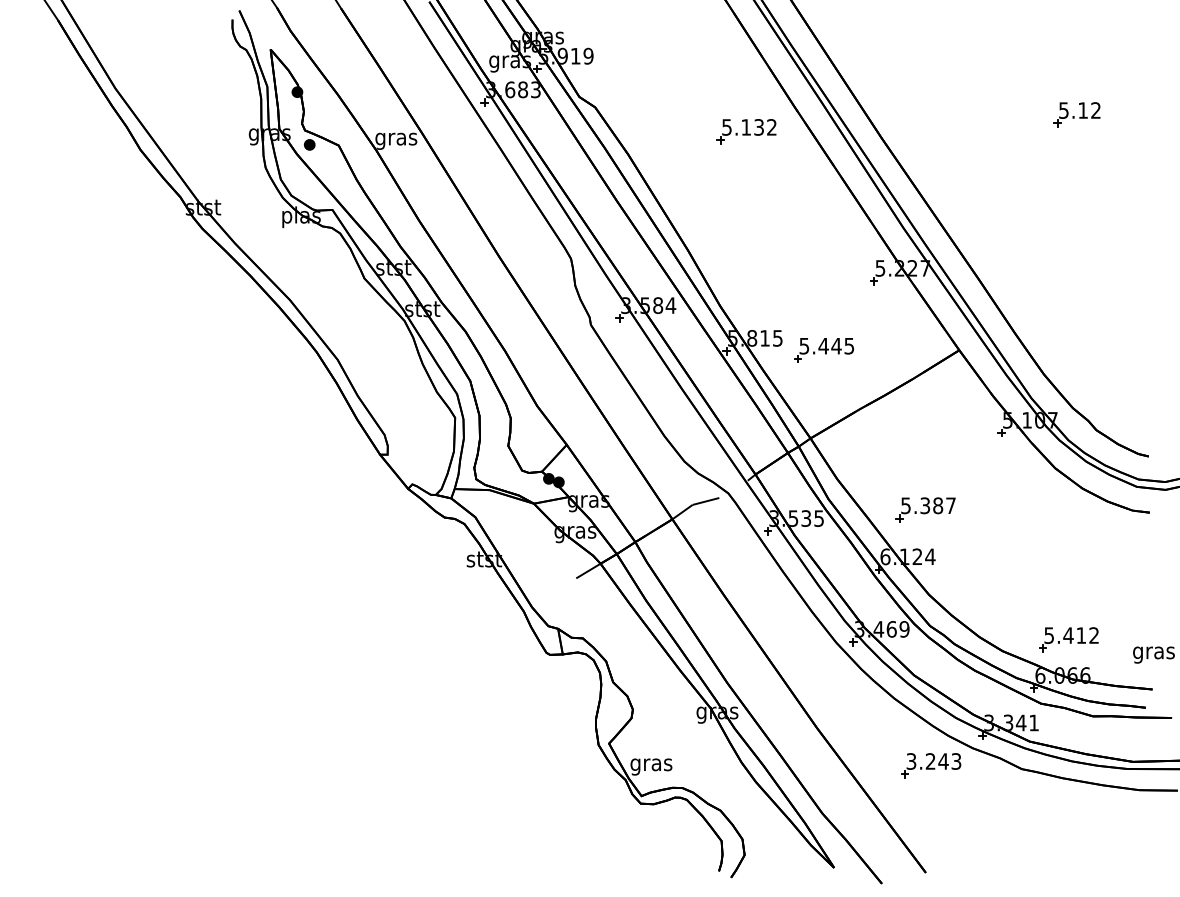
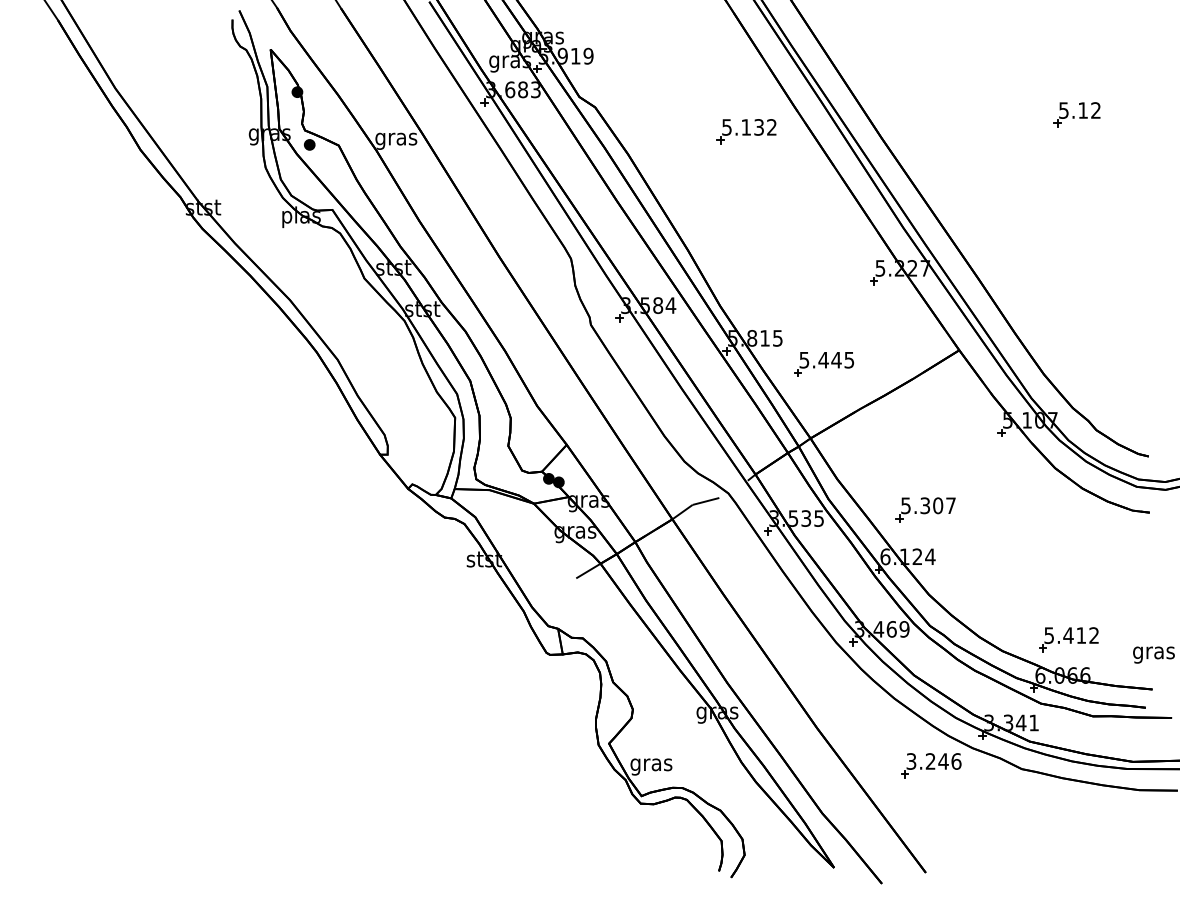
part at (823, 350) position: (823, 350) -> (823, 364)
text at (938, 505): 5.387 -> 5.307
text at (956, 761): 3.243 -> 3.246
